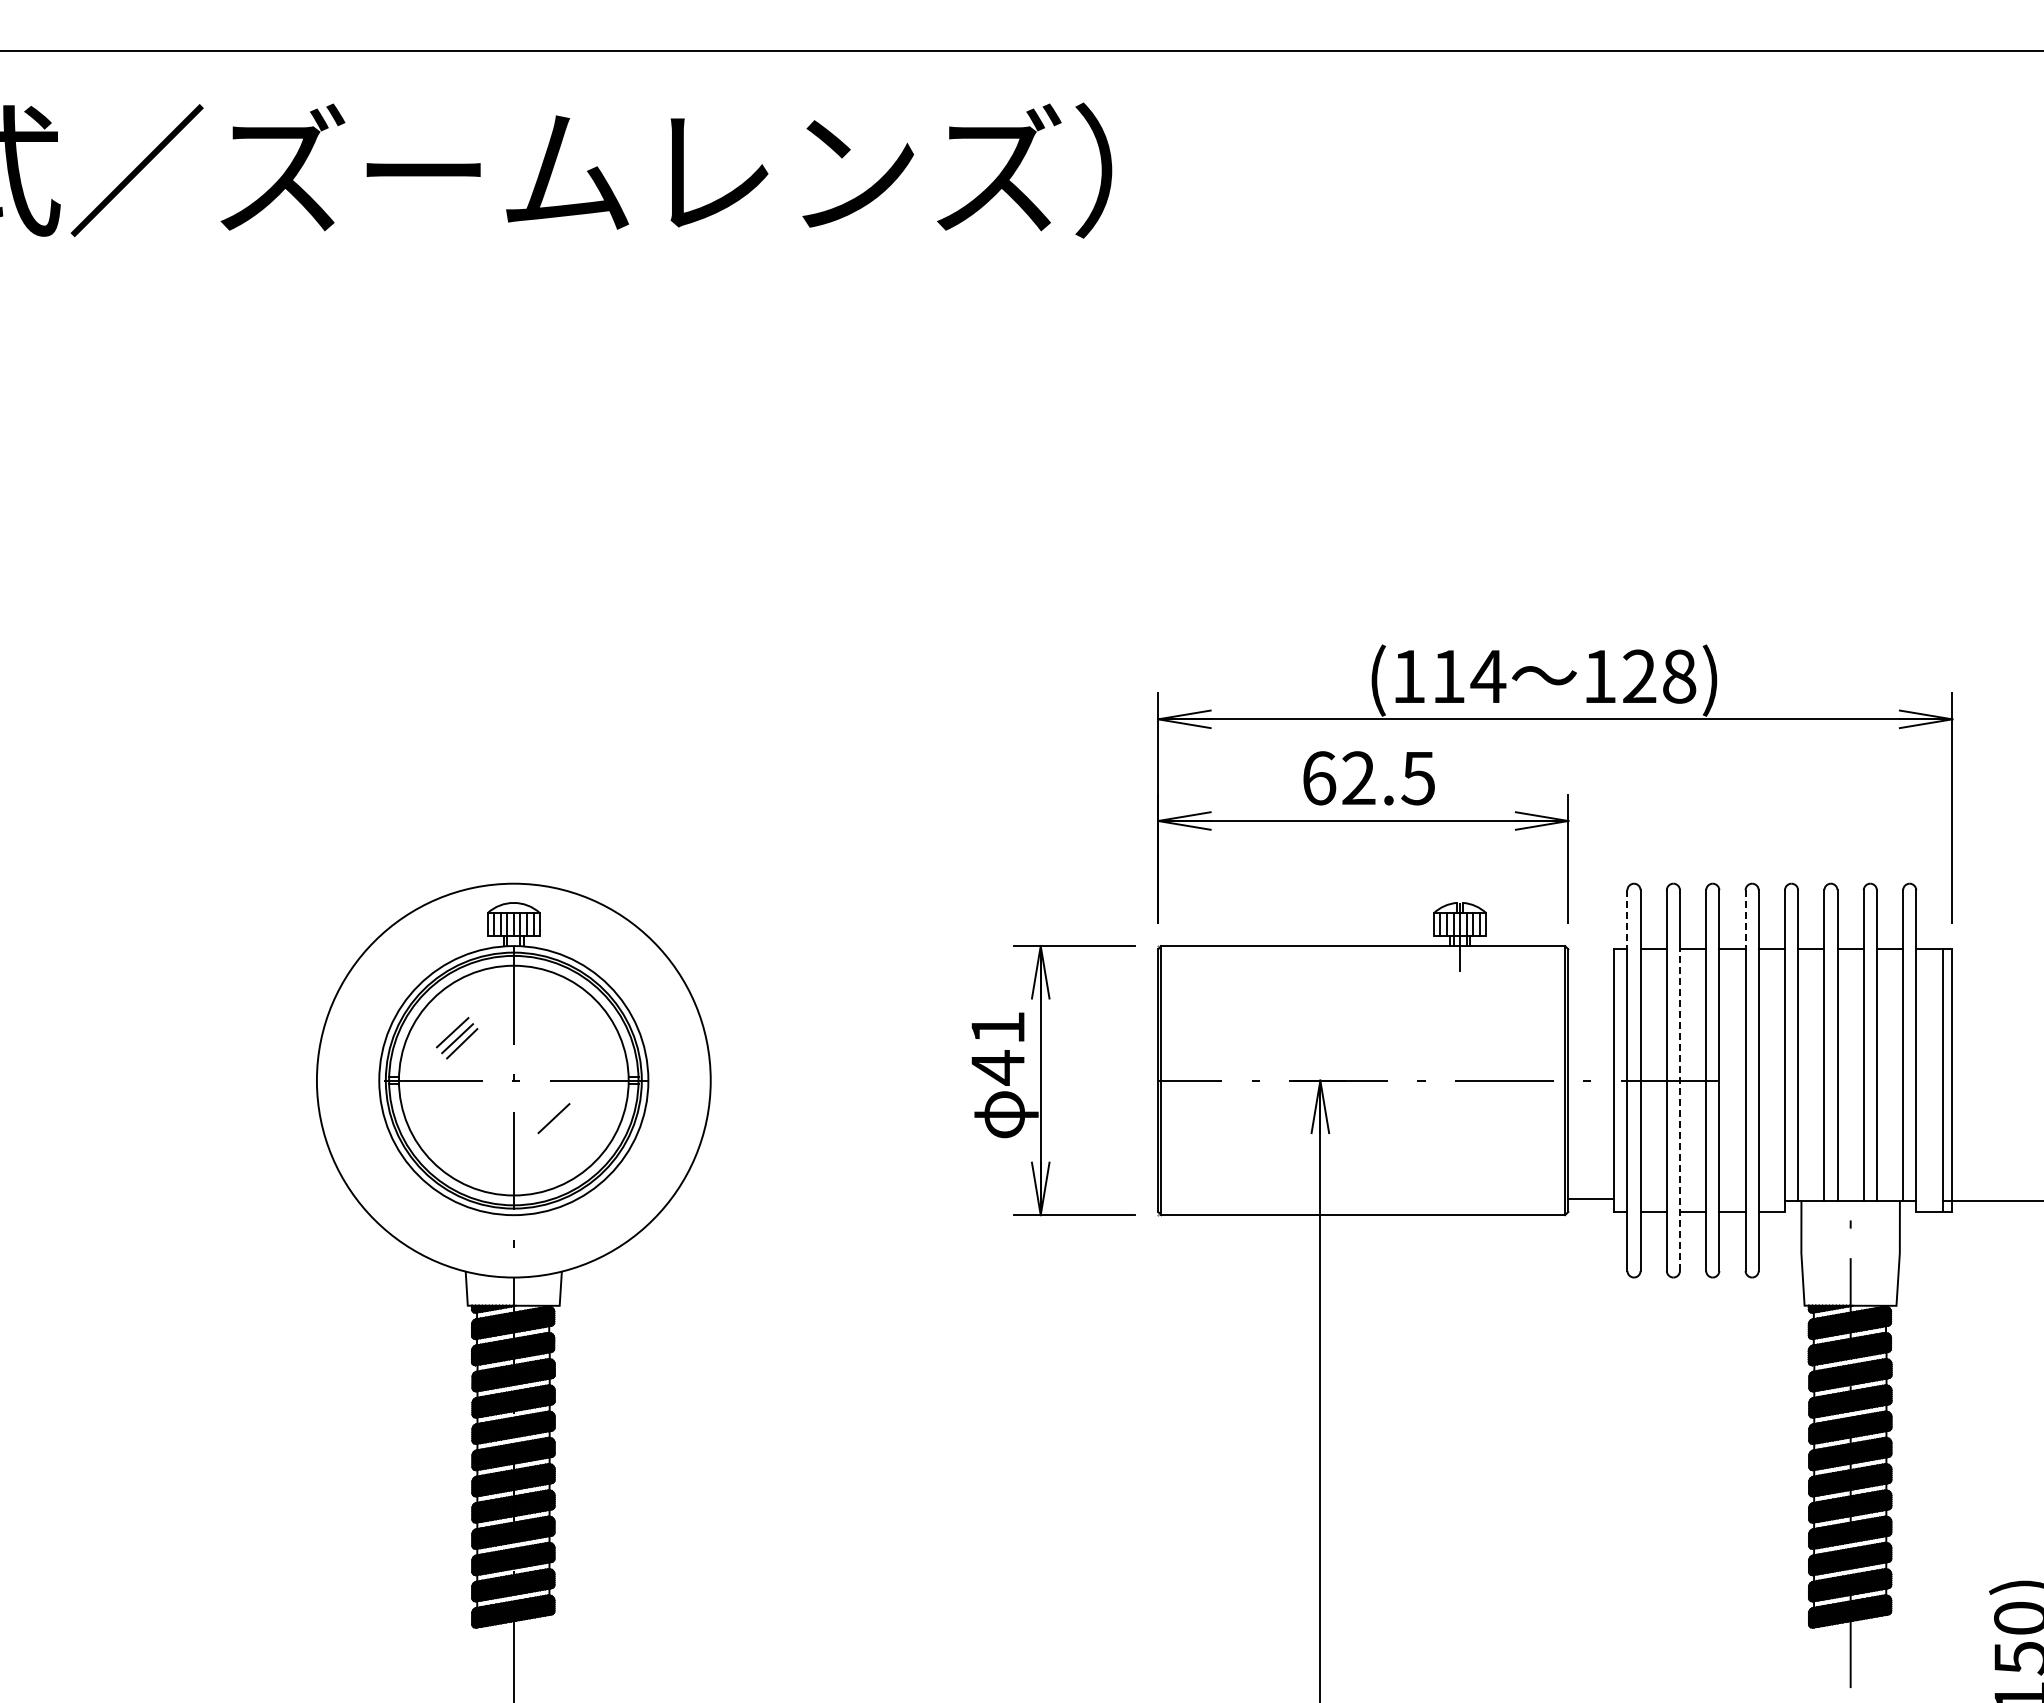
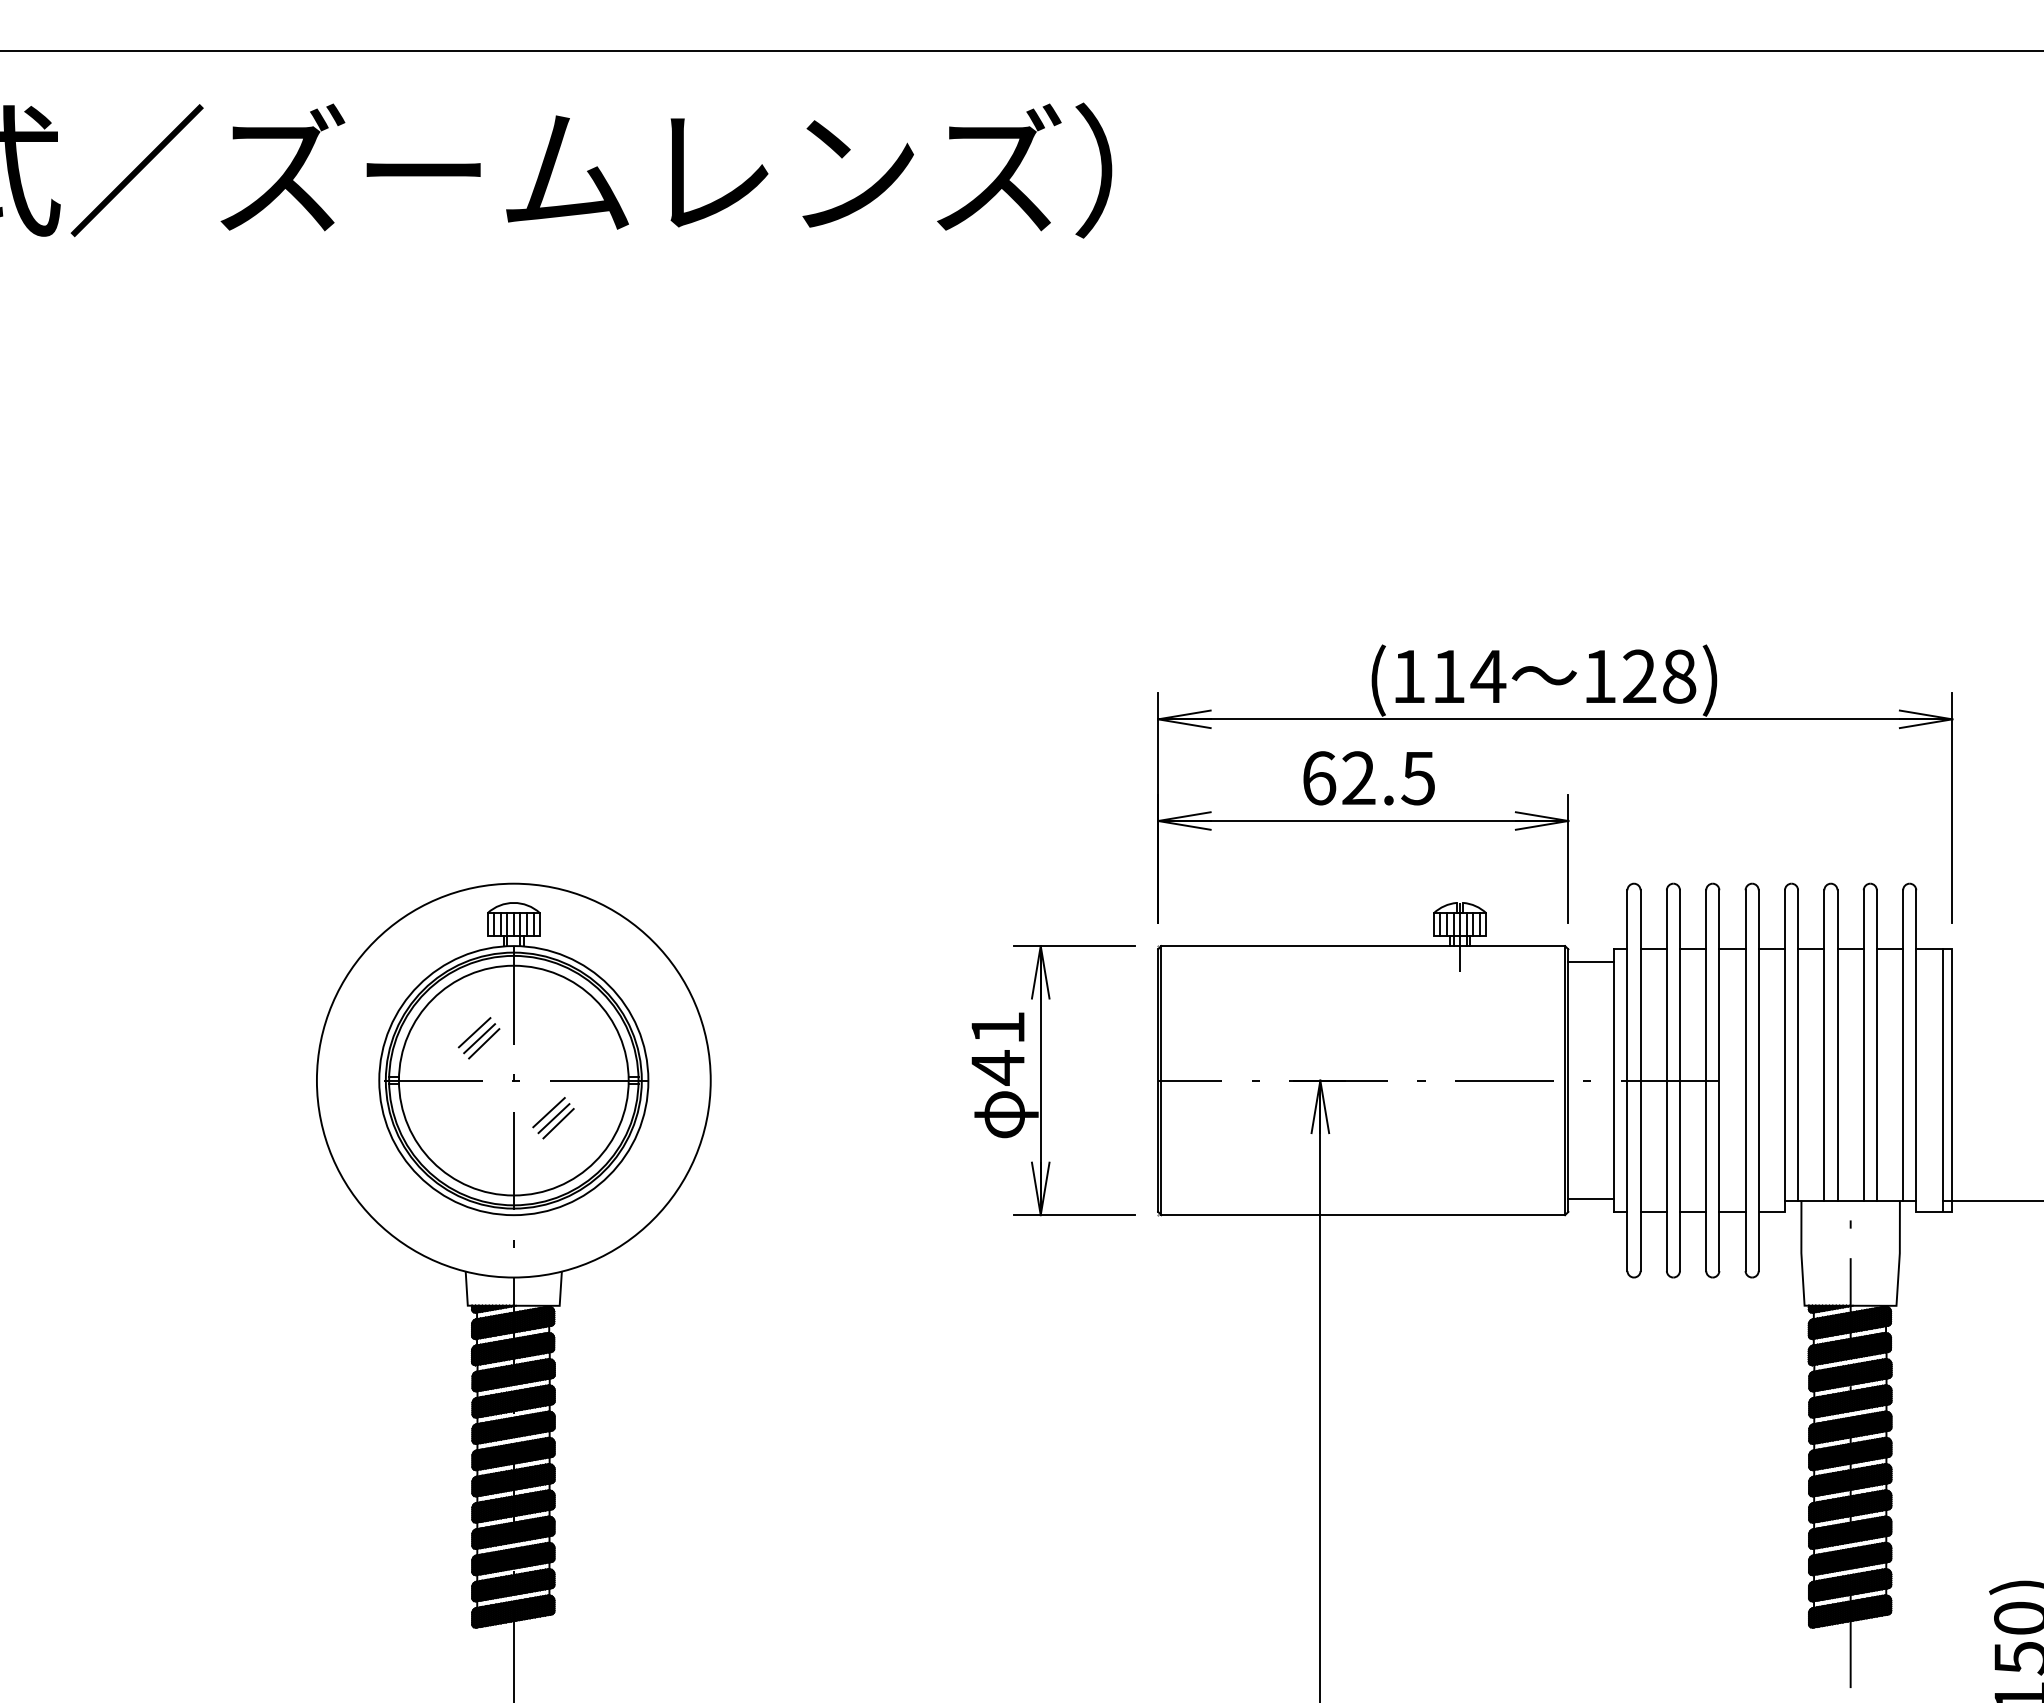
line at (1627, 919): dashed -> solid
line at (1745, 919): dashed -> solid
line at (1591, 962): none -> present
part at (456, 1038) position: (456, 1038) -> (478, 1038)
line at (1679, 1110): dashed -> solid
line at (548, 1112): none -> present
line at (558, 1123): none -> present
